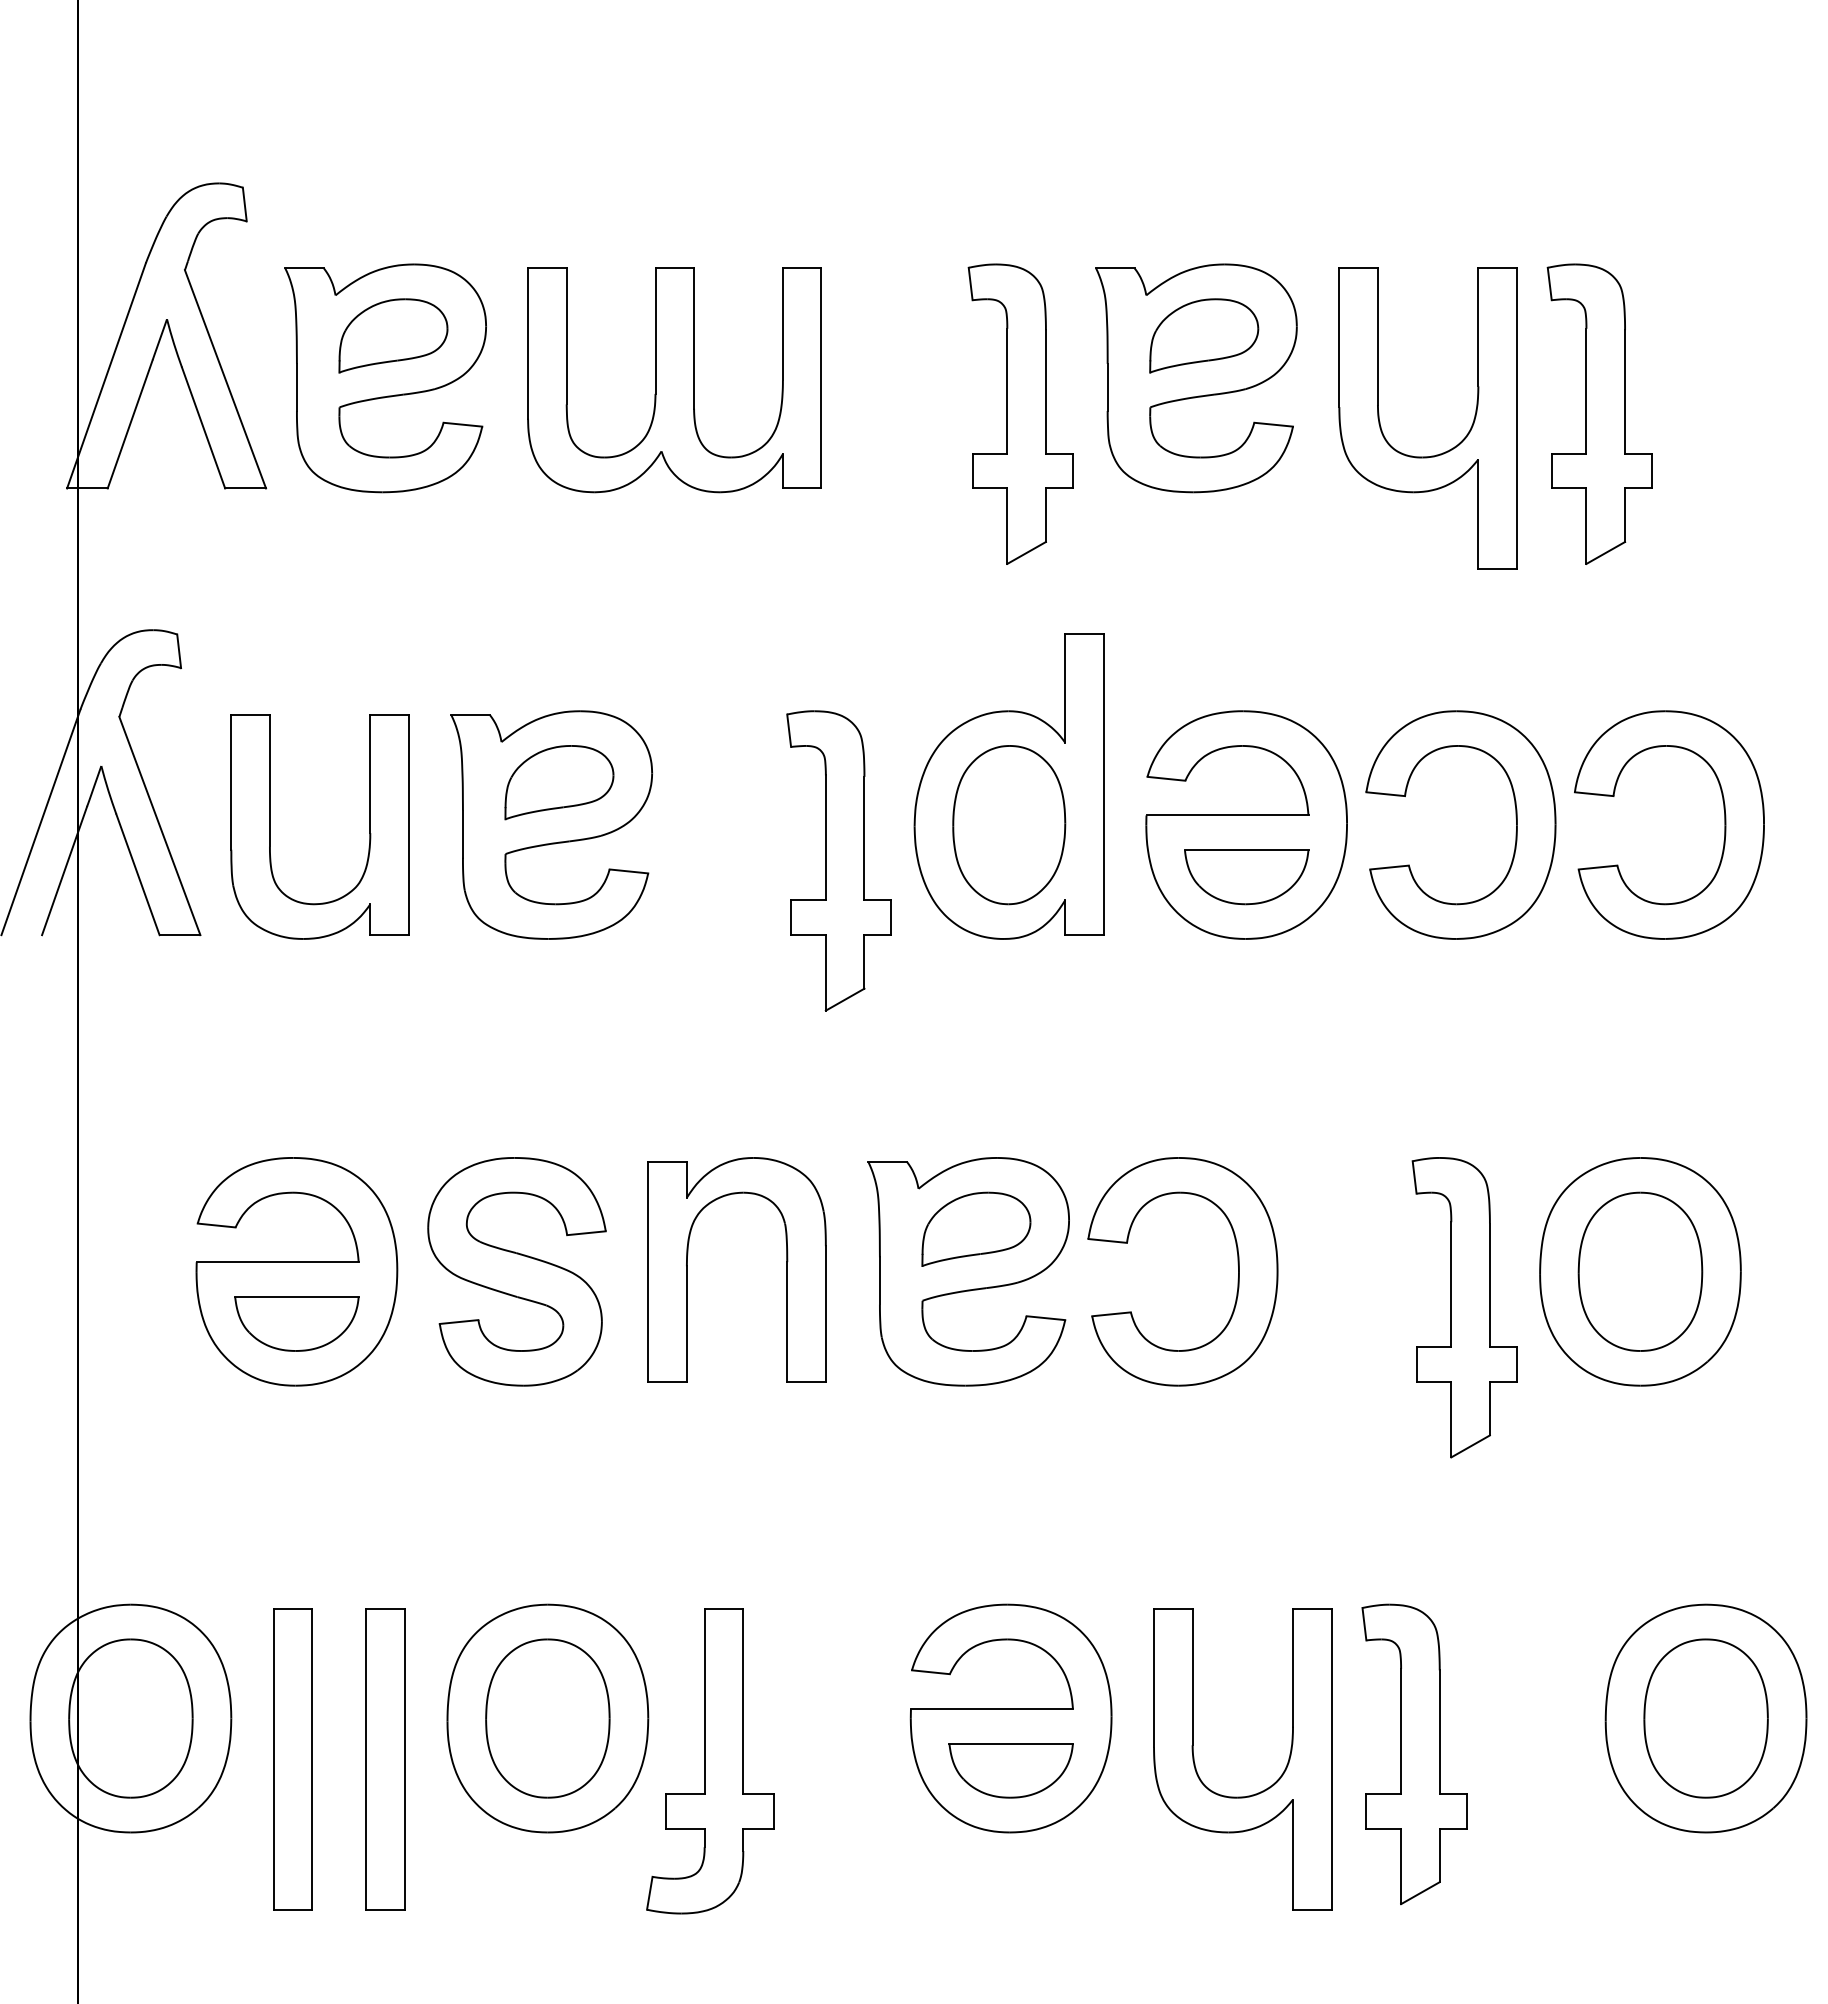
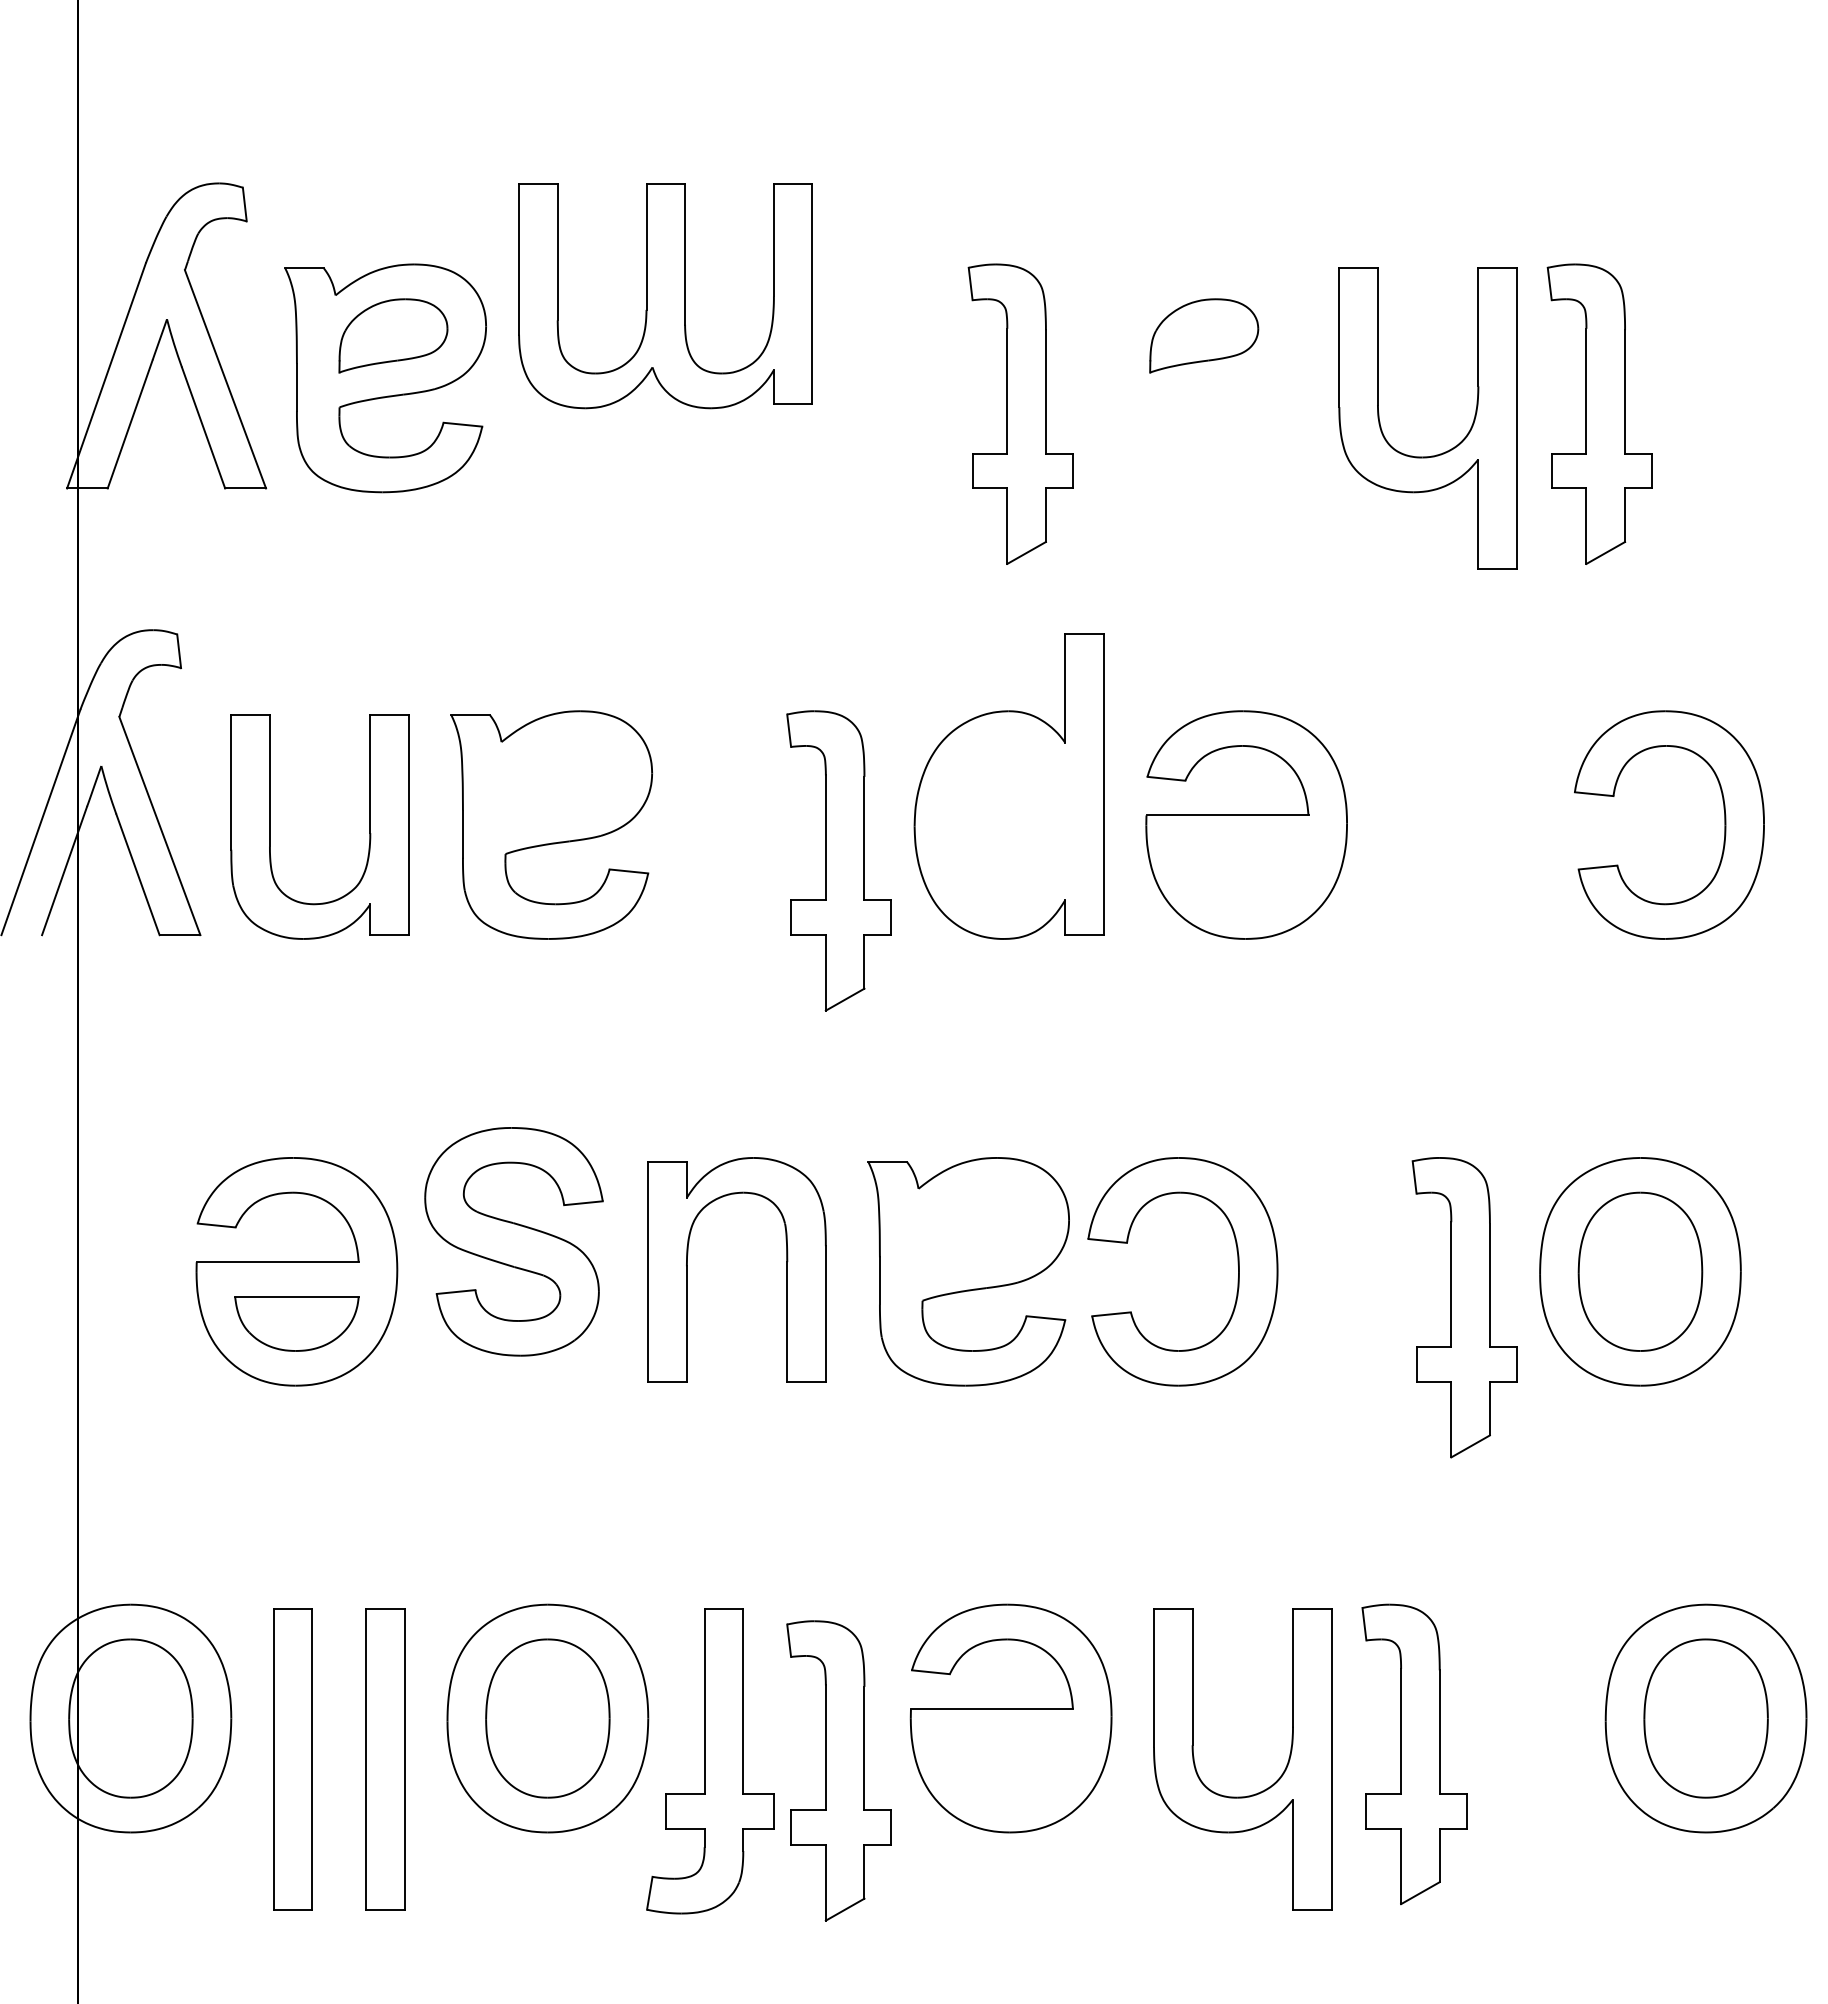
part at (1196, 378): present -> none
part at (674, 380) position: (674, 380) -> (665, 296)
part at (559, 782): present -> none
part at (1515, 817): present -> none
part at (1009, 825): present -> none
part at (1246, 877): present -> none
part at (976, 1228): present -> none
part at (516, 1271) position: (516, 1271) -> (513, 1241)
part at (838, 1770): none -> present
part at (1010, 1770): present -> none
